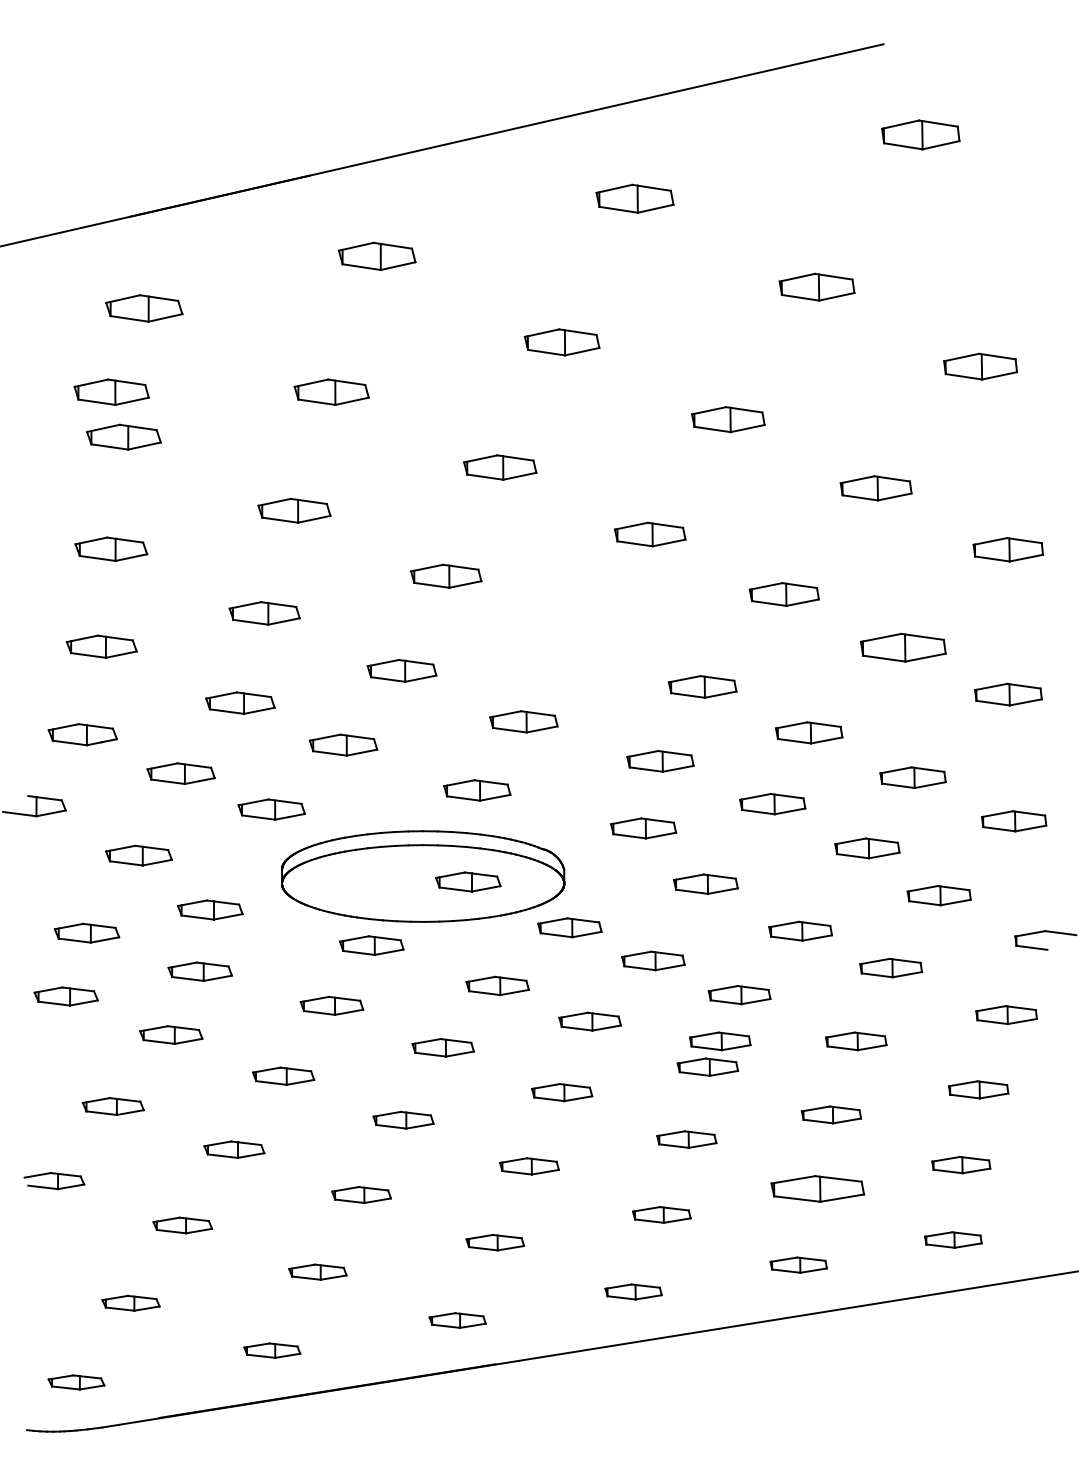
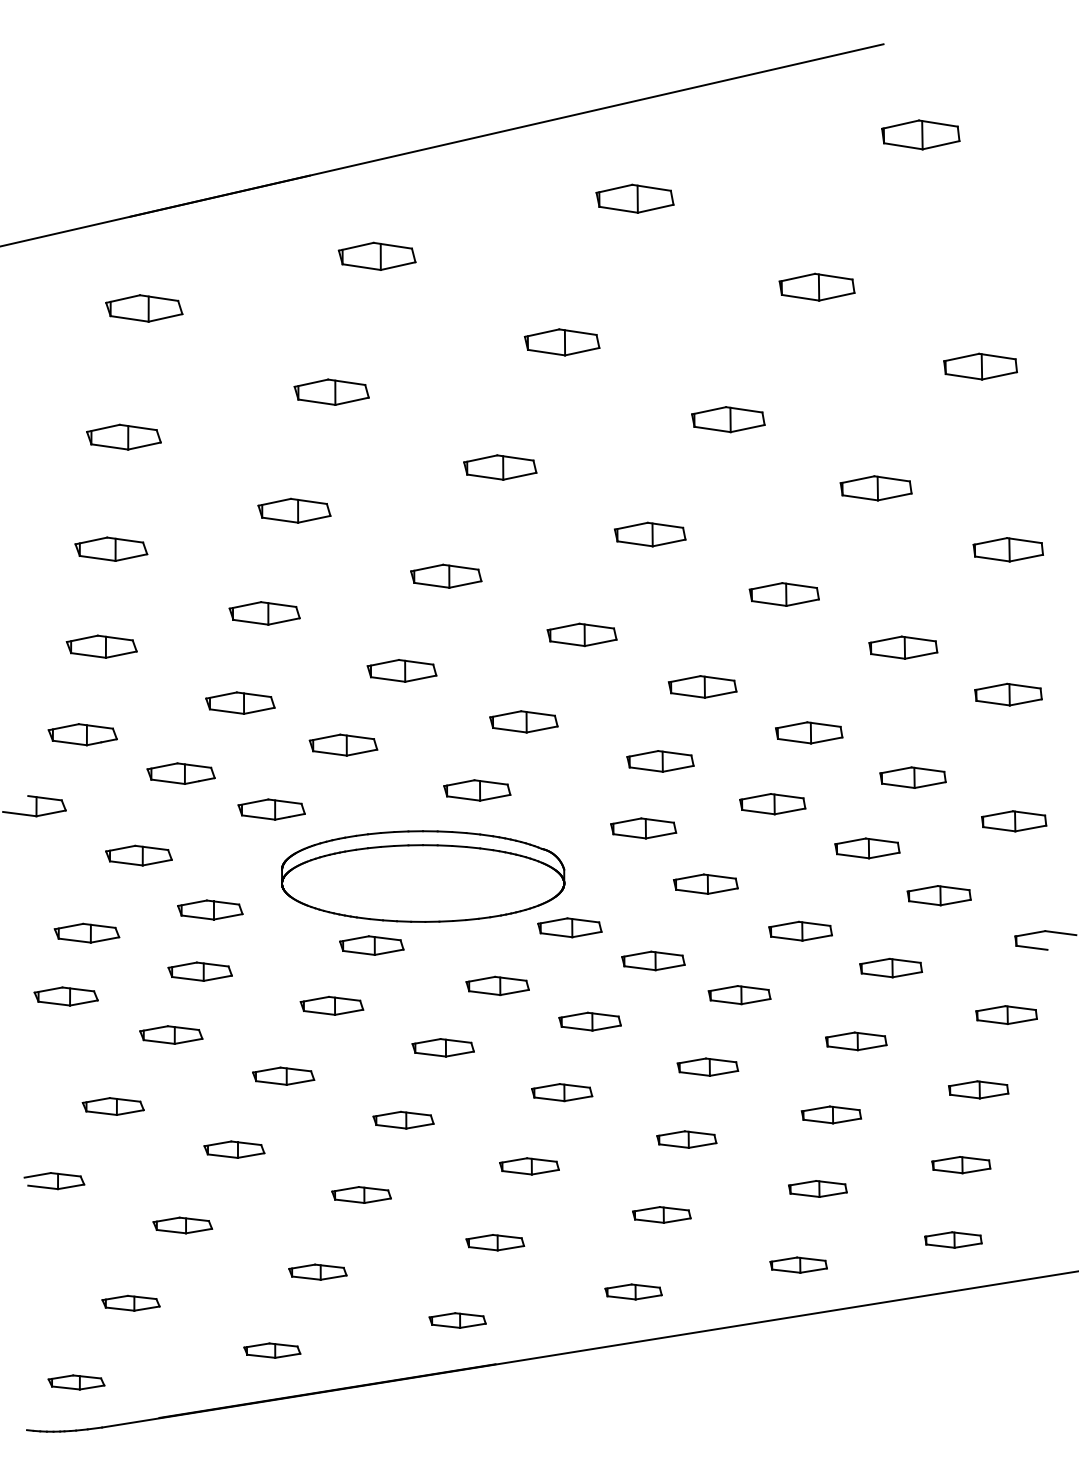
part at (111, 391): present -> none
part at (581, 634): none -> present
part at (903, 647) size: 87x31 px -> 71x25 px
part at (468, 881): present -> none
part at (720, 1041): present -> none
part at (817, 1188) size: 96x28 px -> 60x18 px
